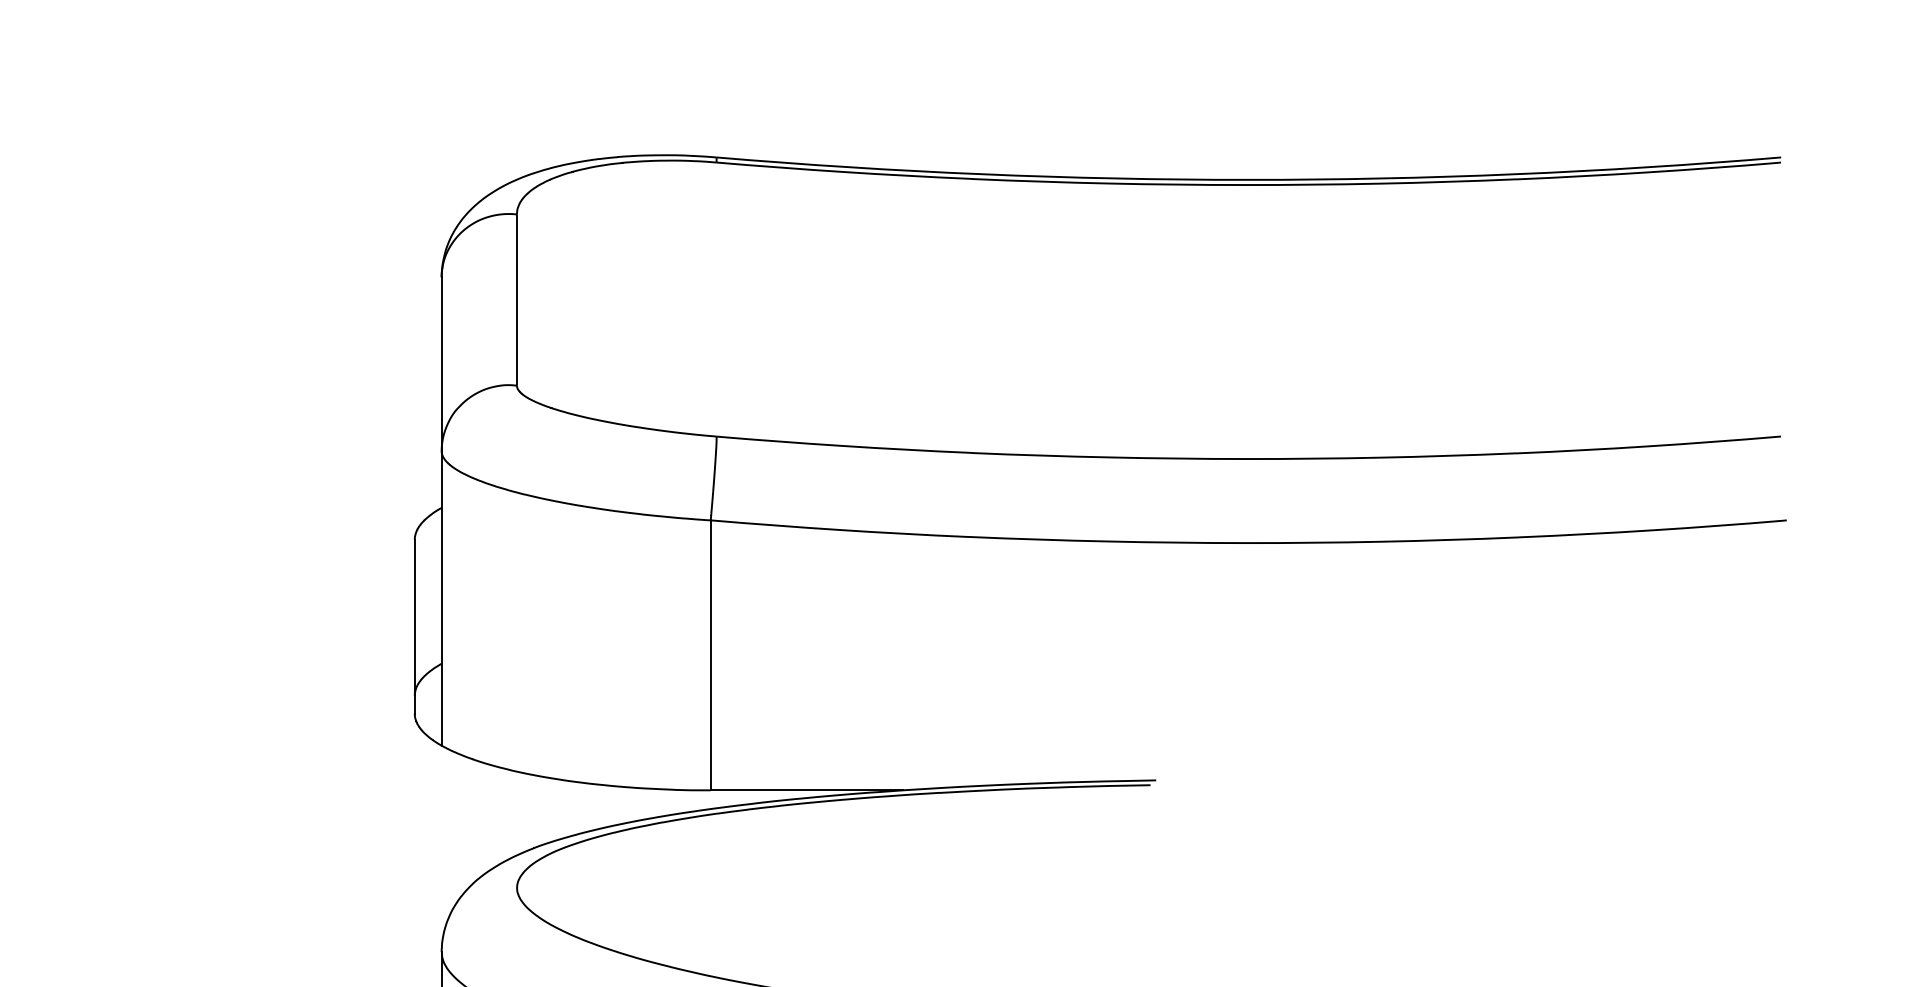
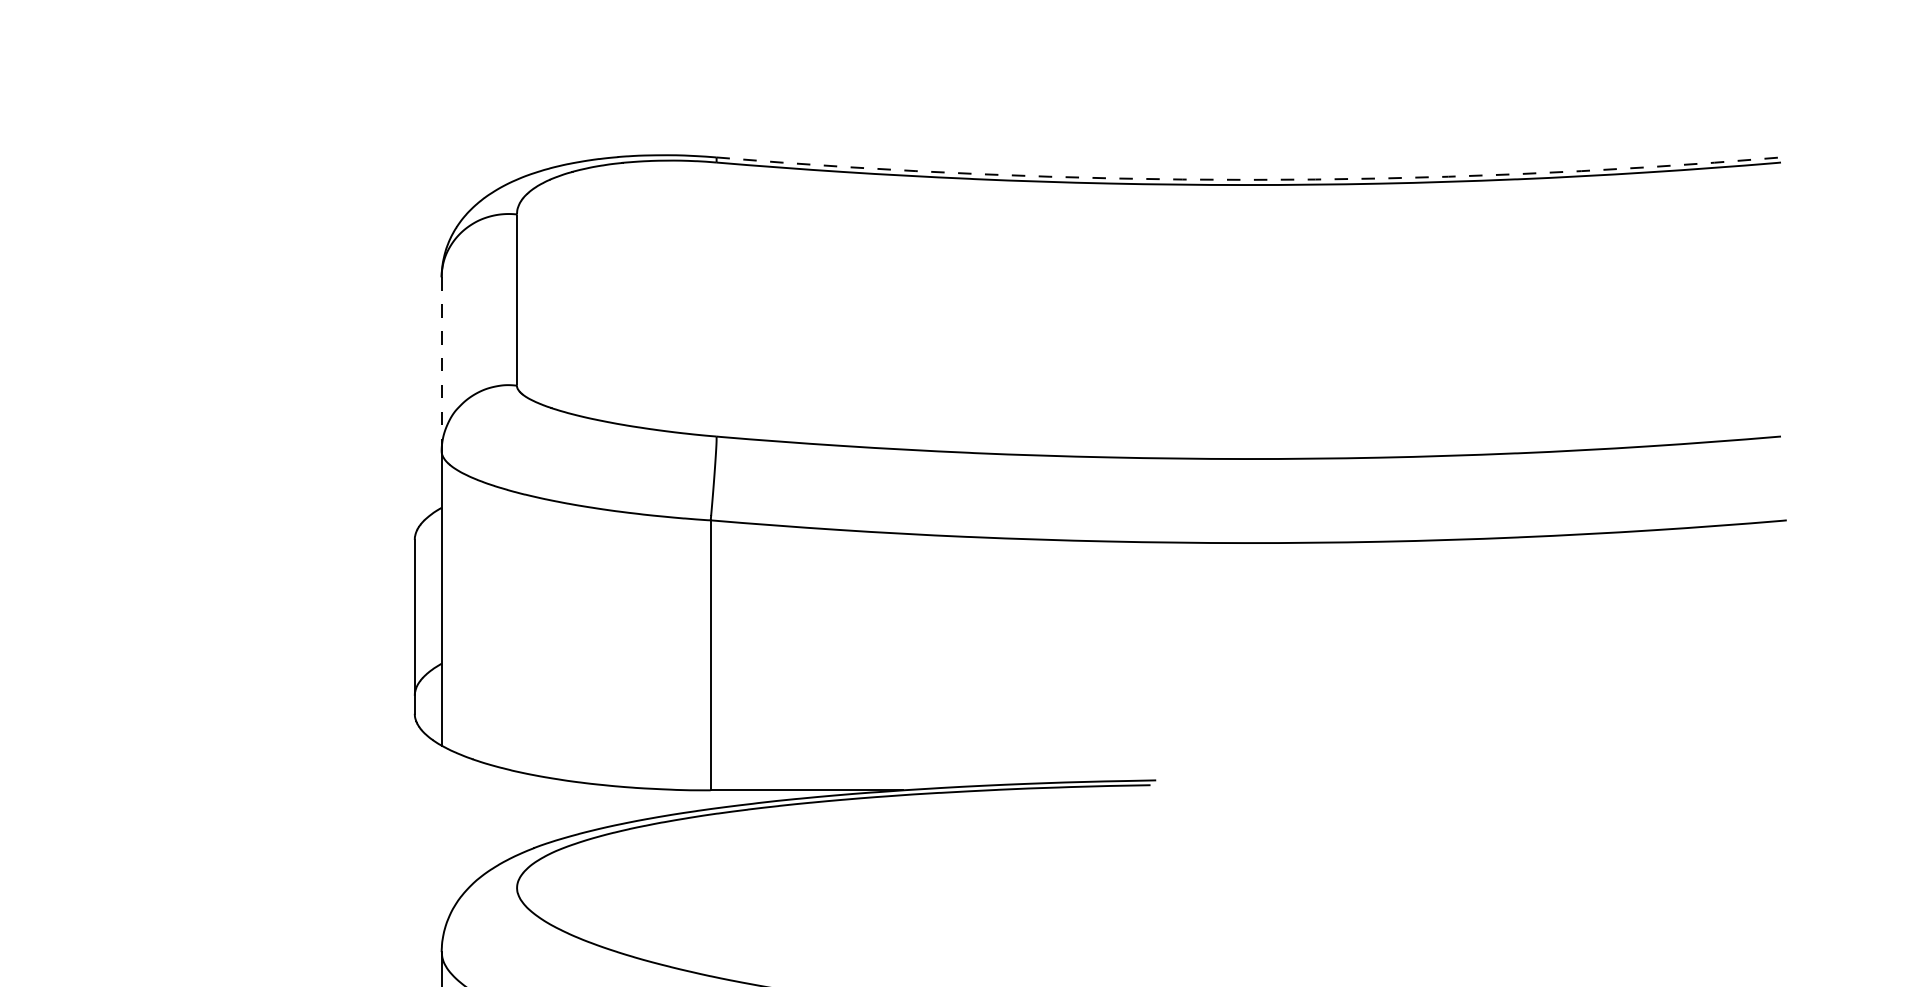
line at (1248, 179): solid -> dashed
line at (441, 364): solid -> dashed
